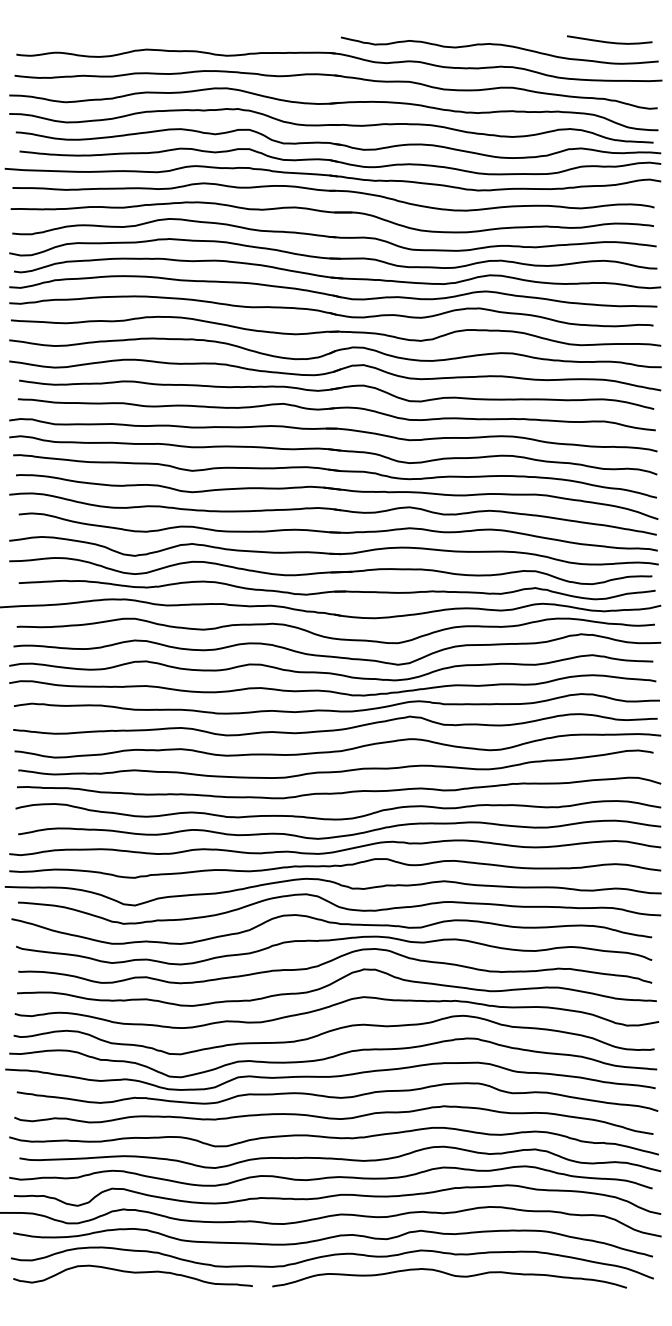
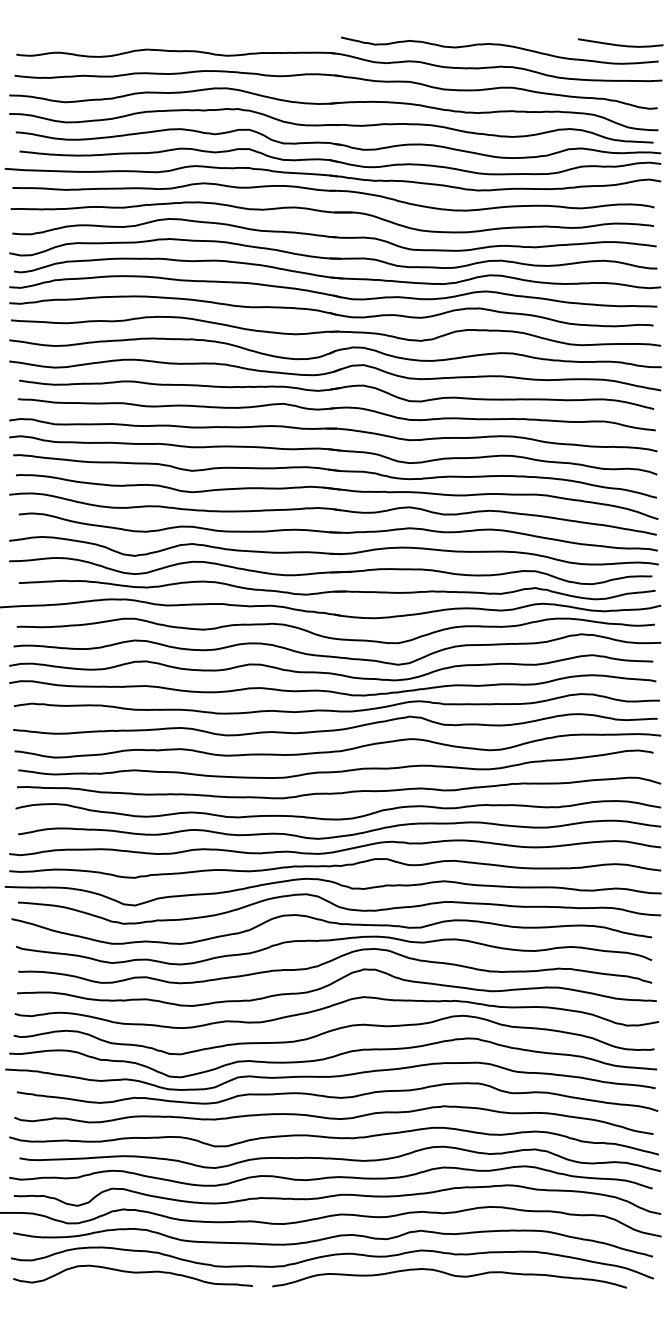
curve at (609, 41) position: (609, 41) -> (620, 44)
